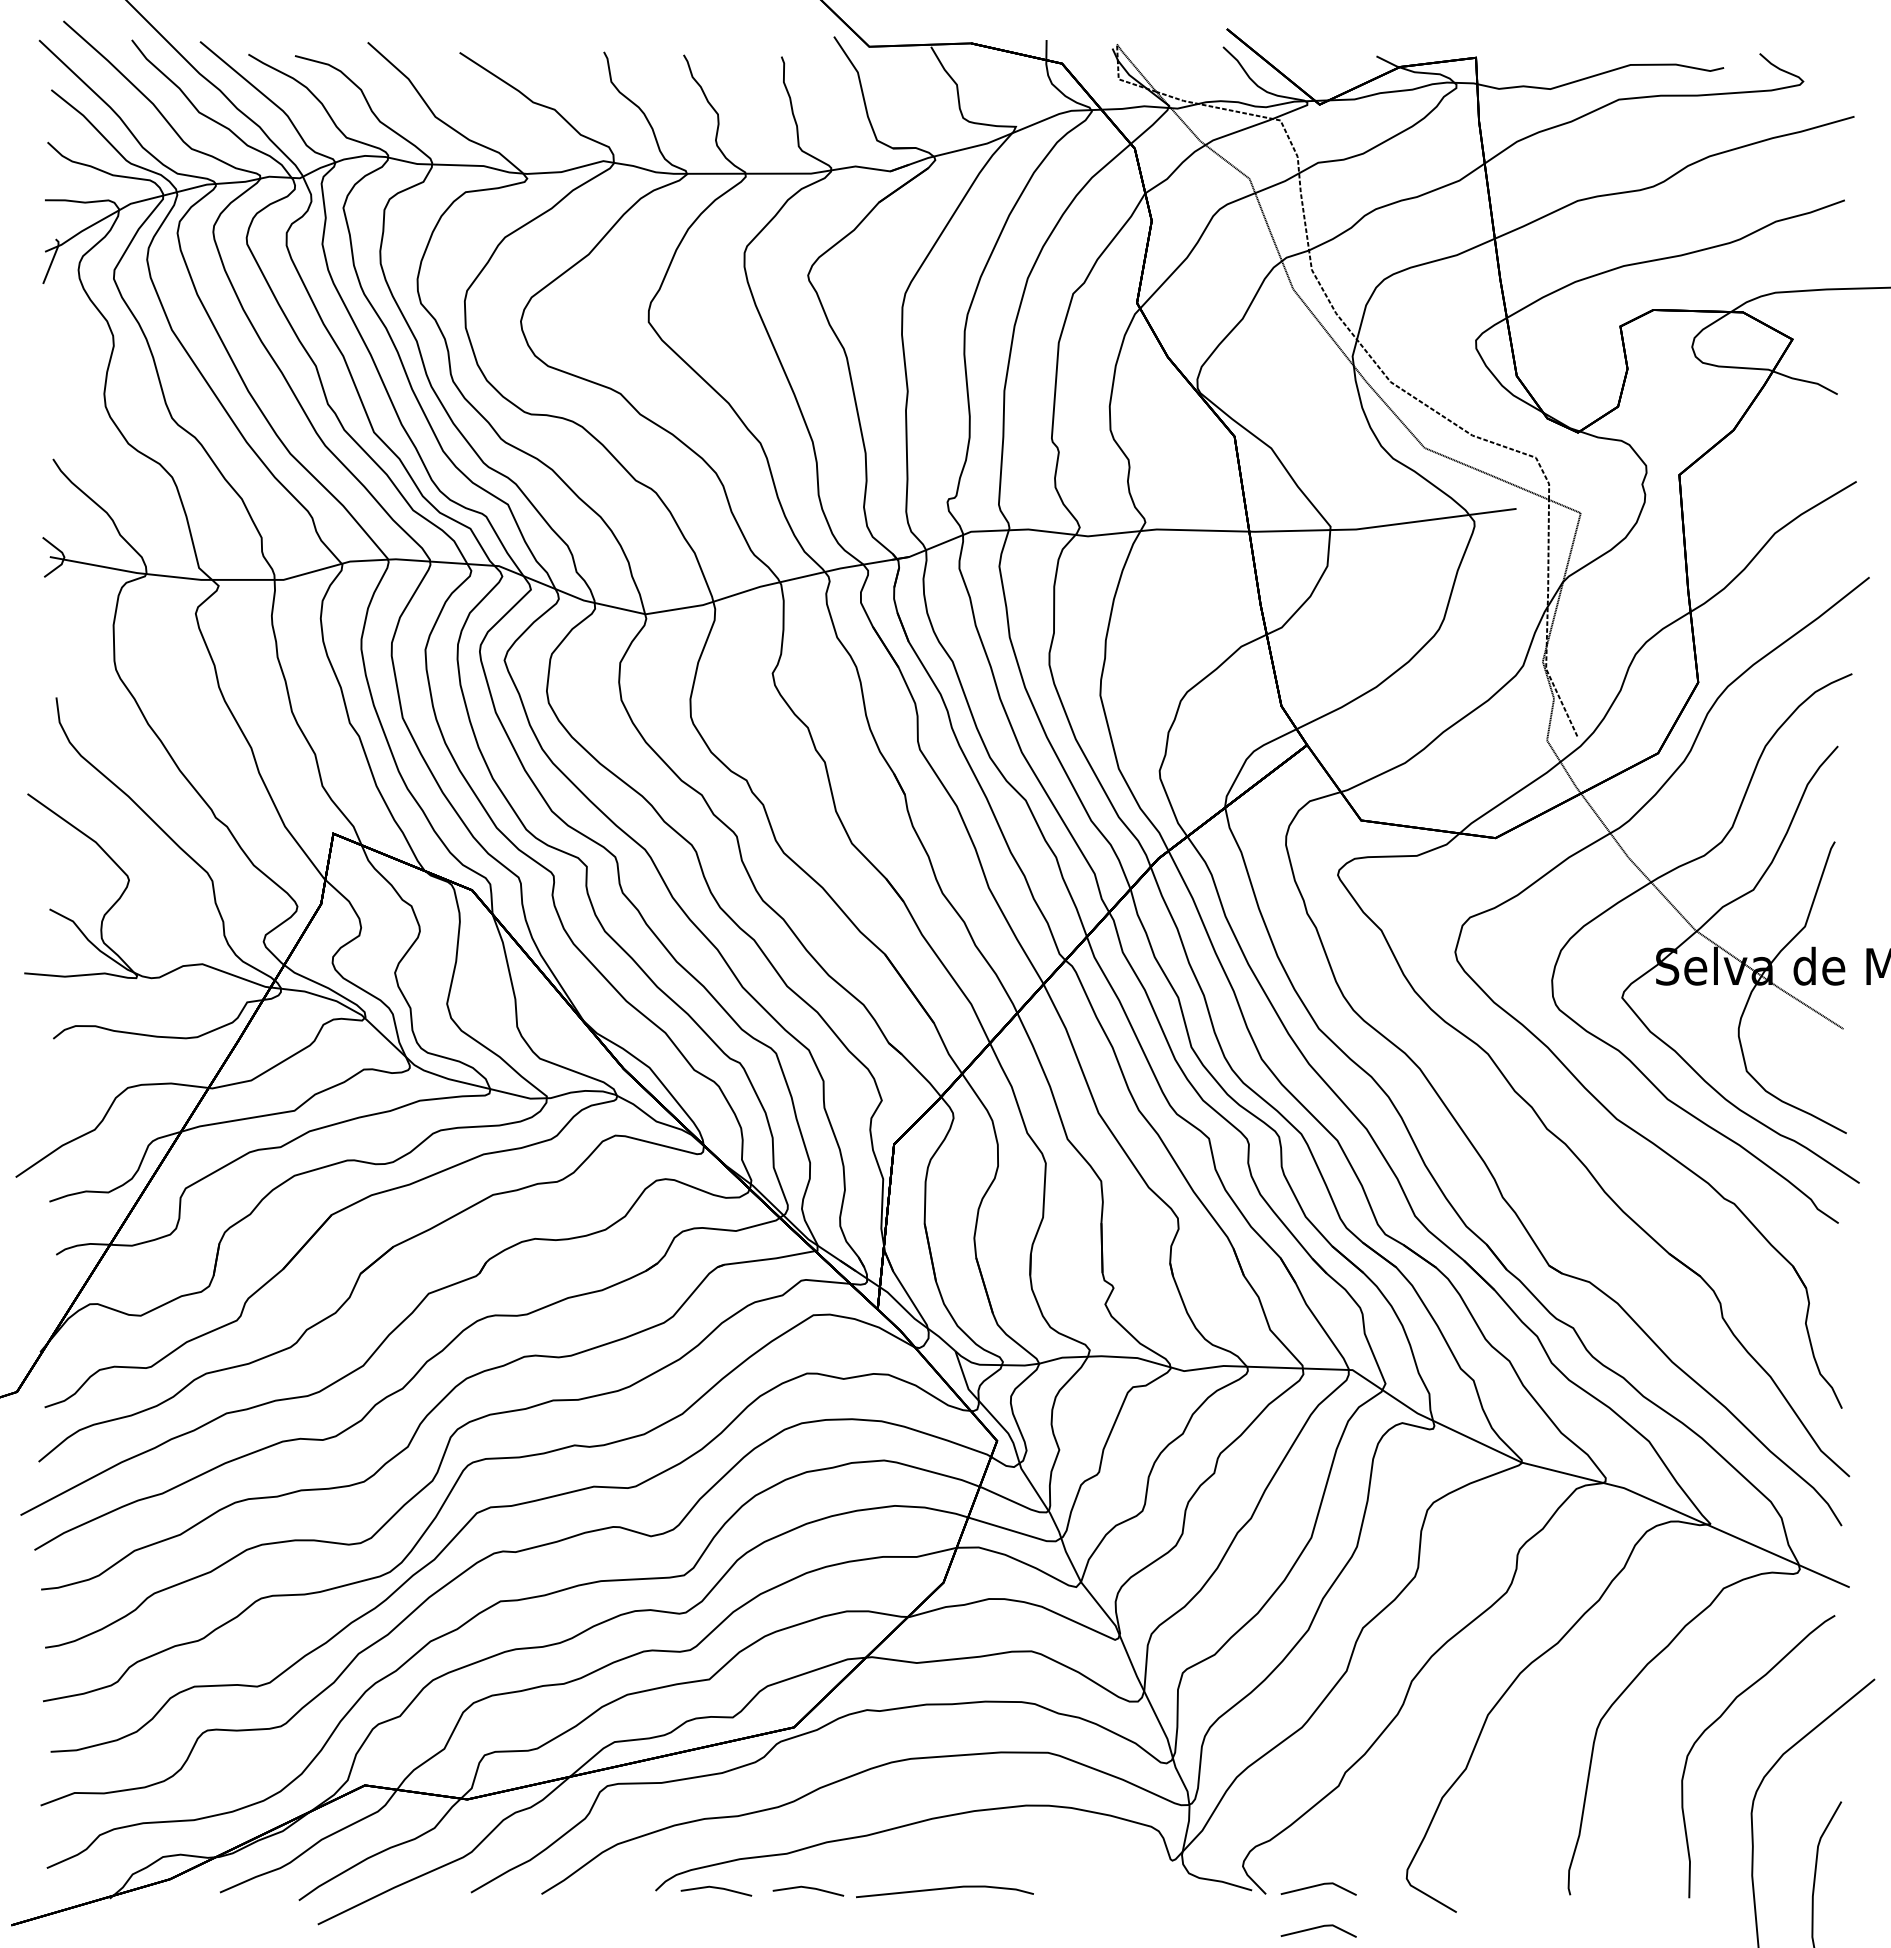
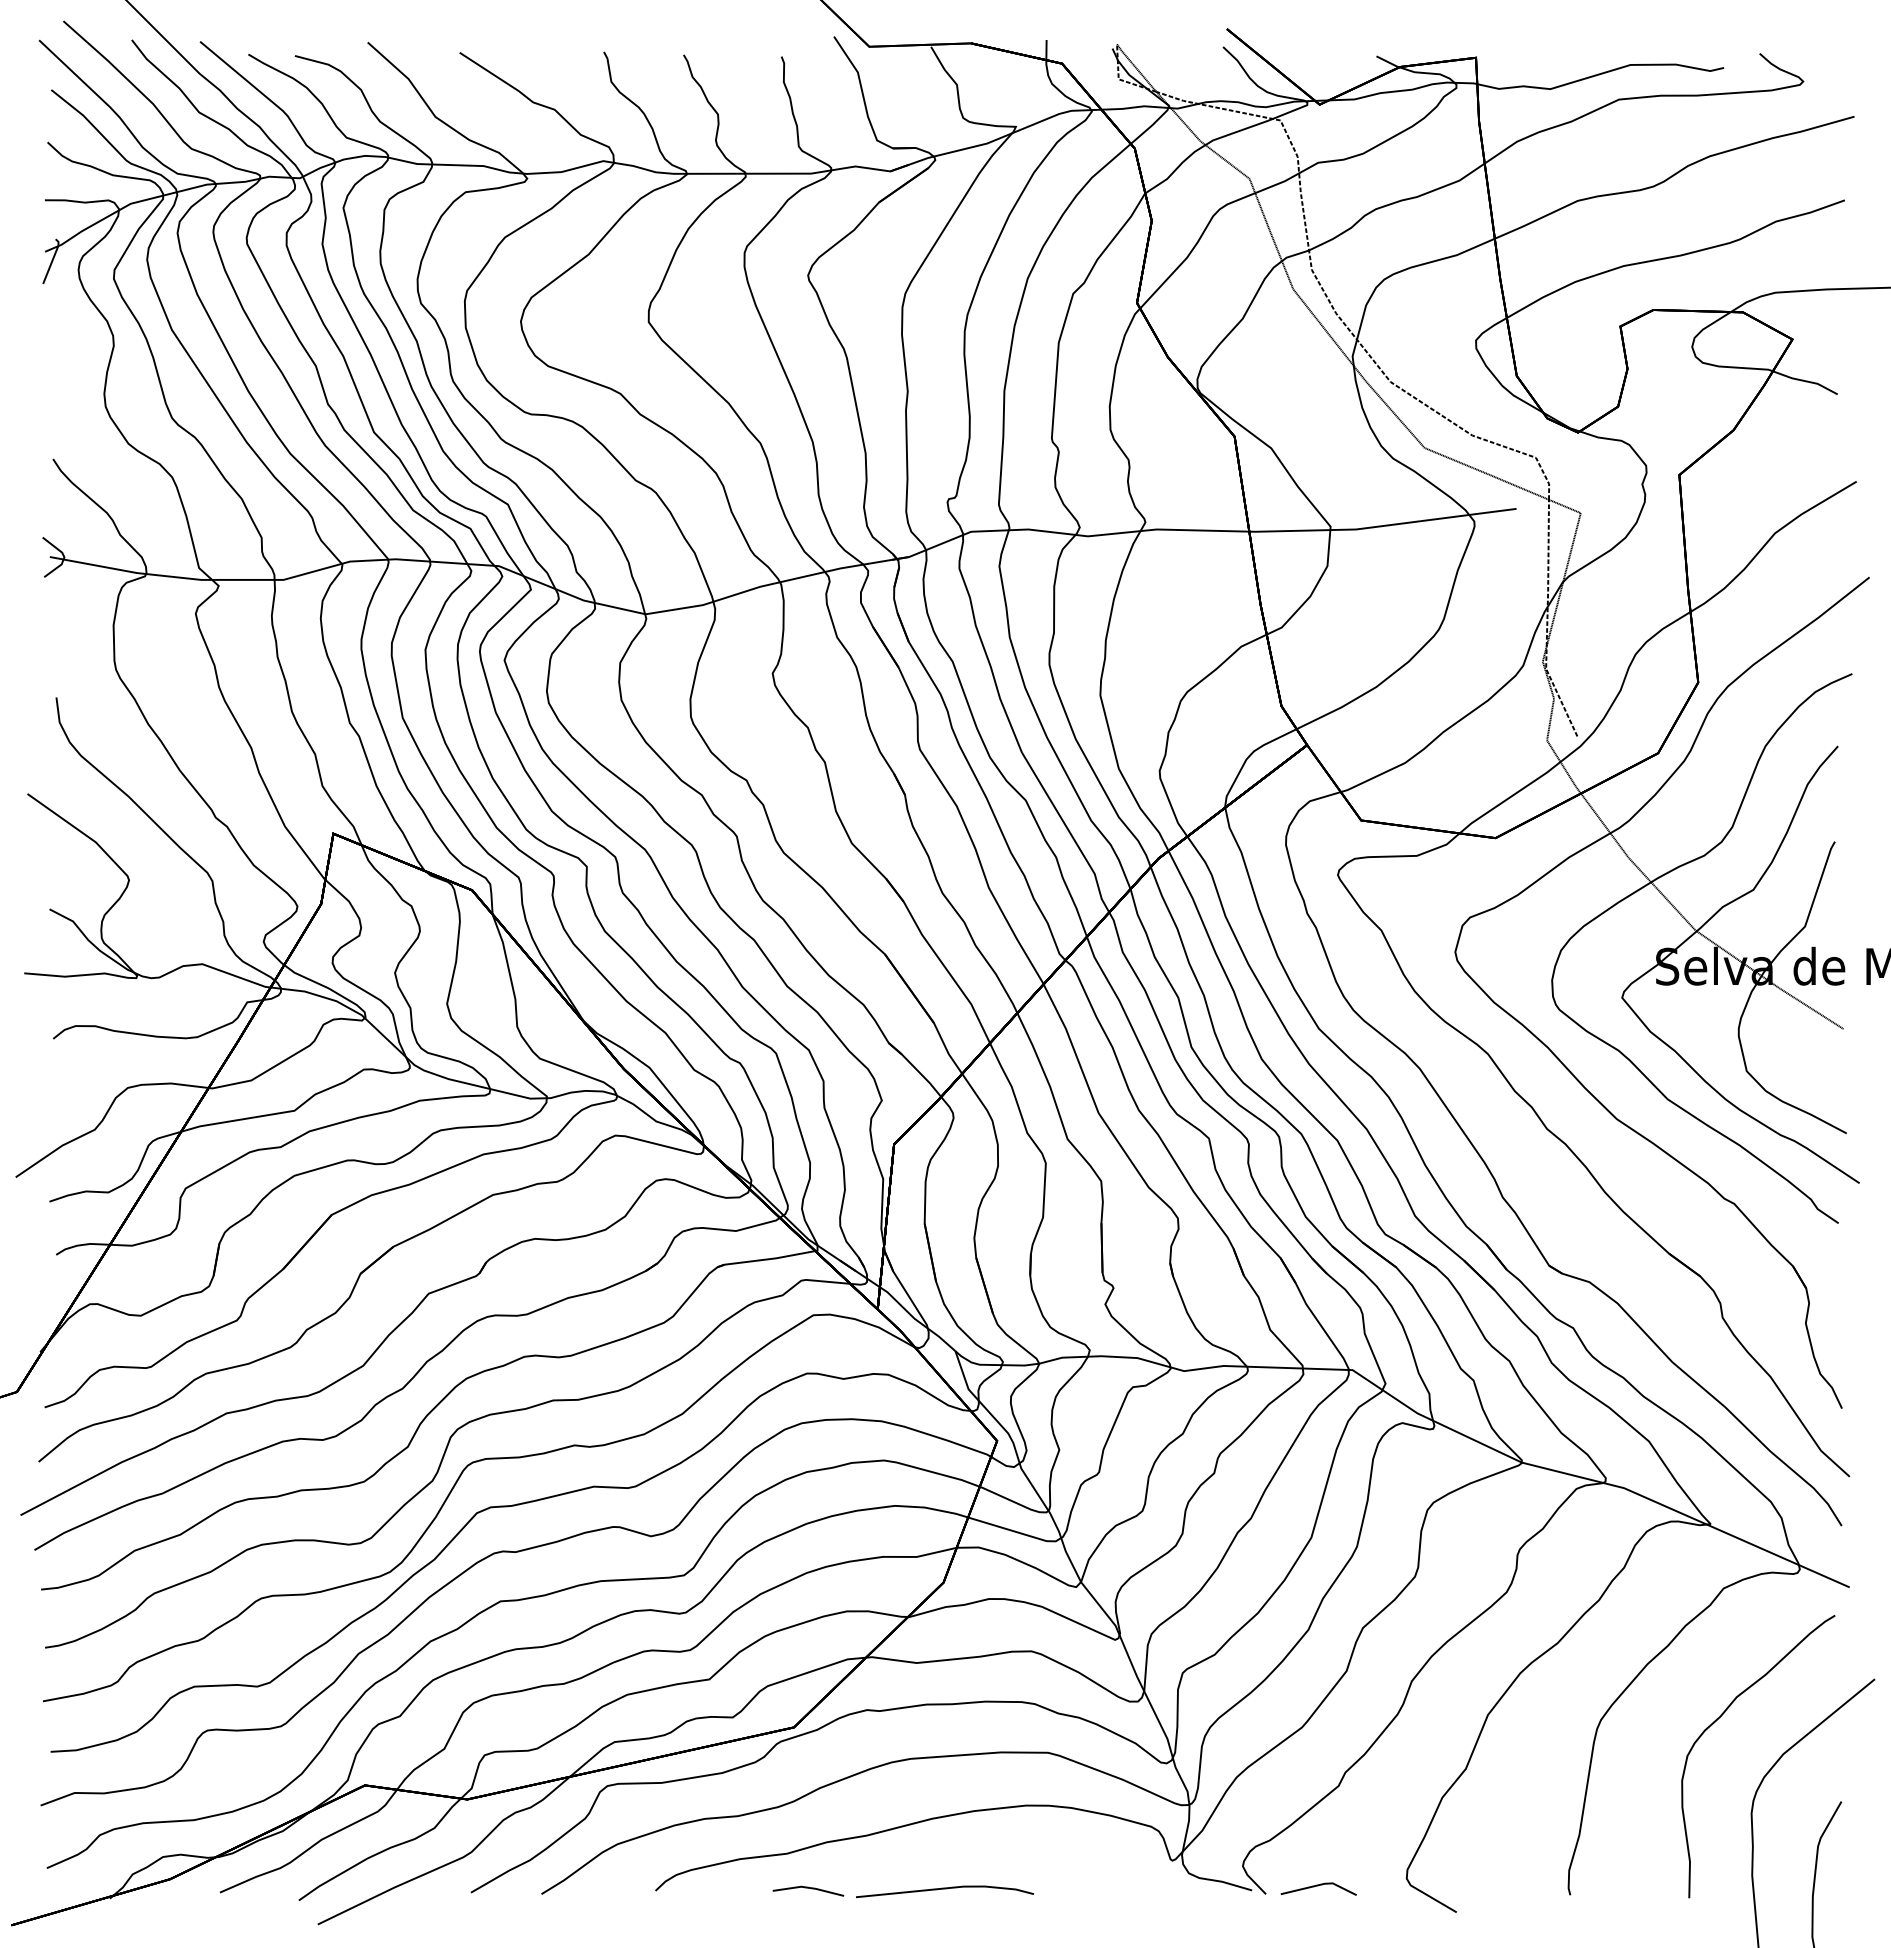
line at (716, 1888): present -> none
curve at (1318, 1928): present -> none
